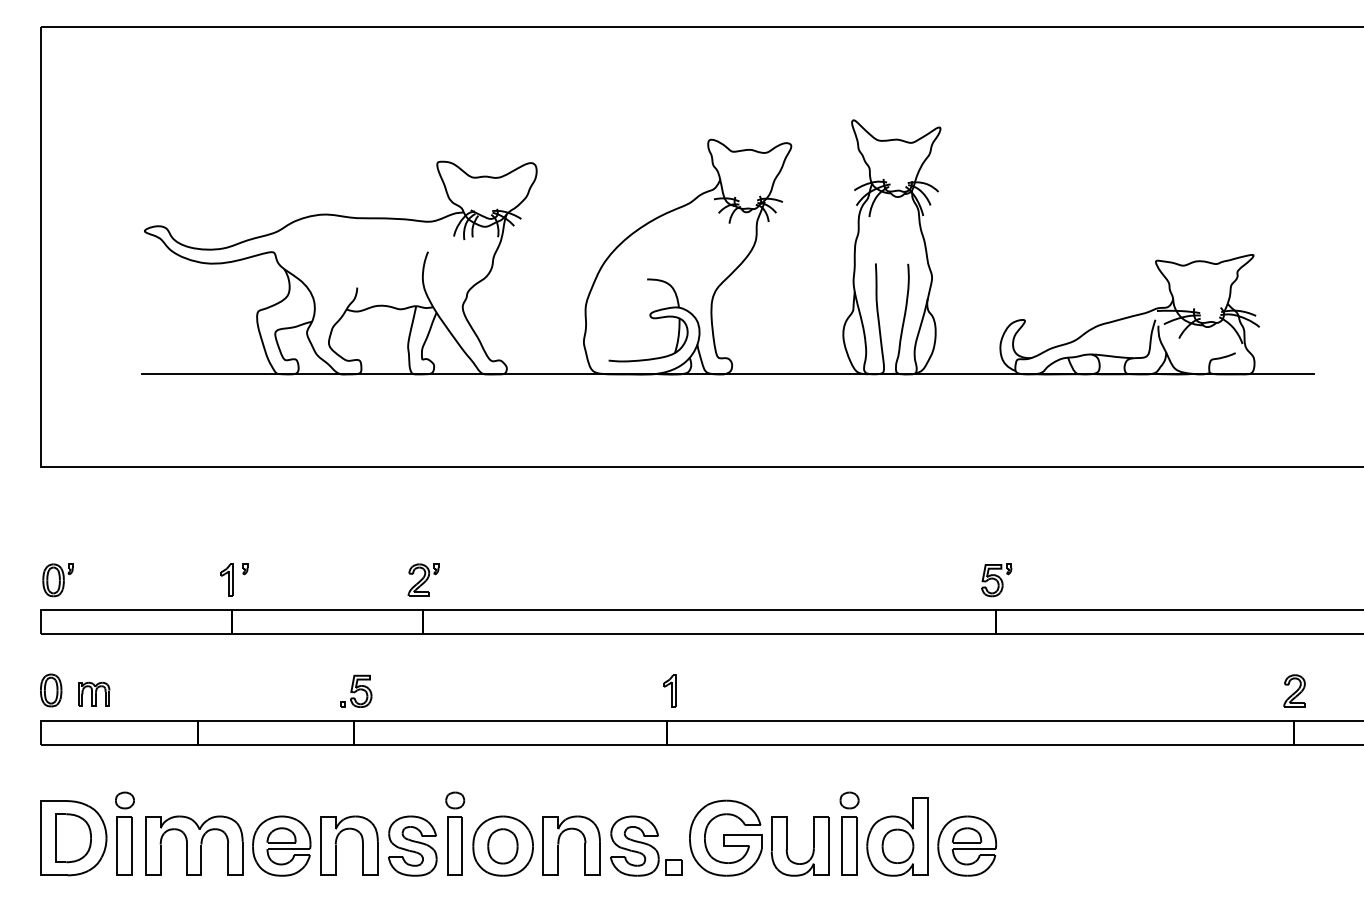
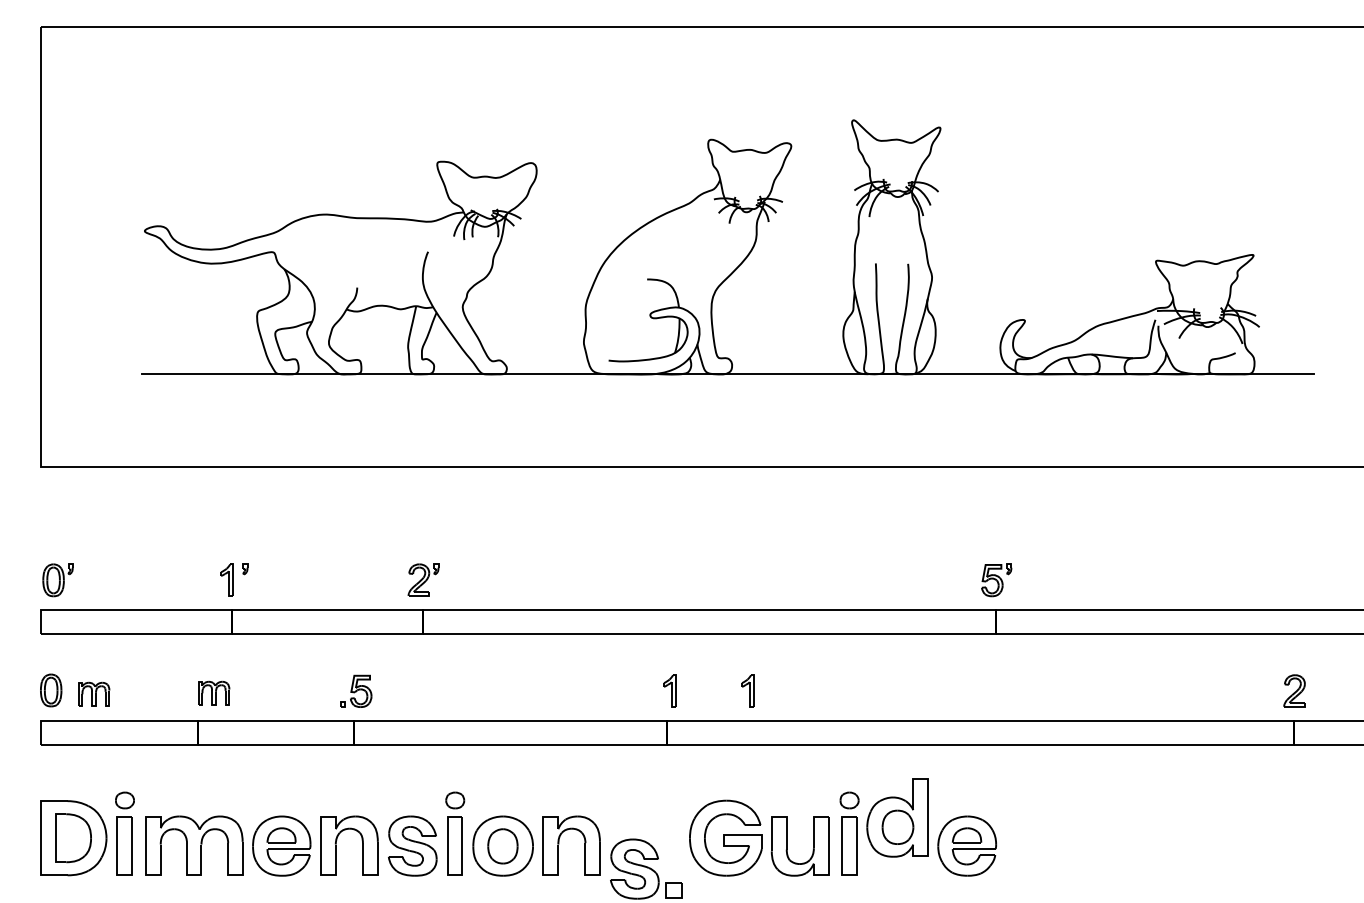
part at (747, 690): none -> present
part at (214, 692): none -> present
part at (897, 836) position: (897, 836) -> (897, 817)
part at (646, 845) position: (646, 845) -> (646, 868)
